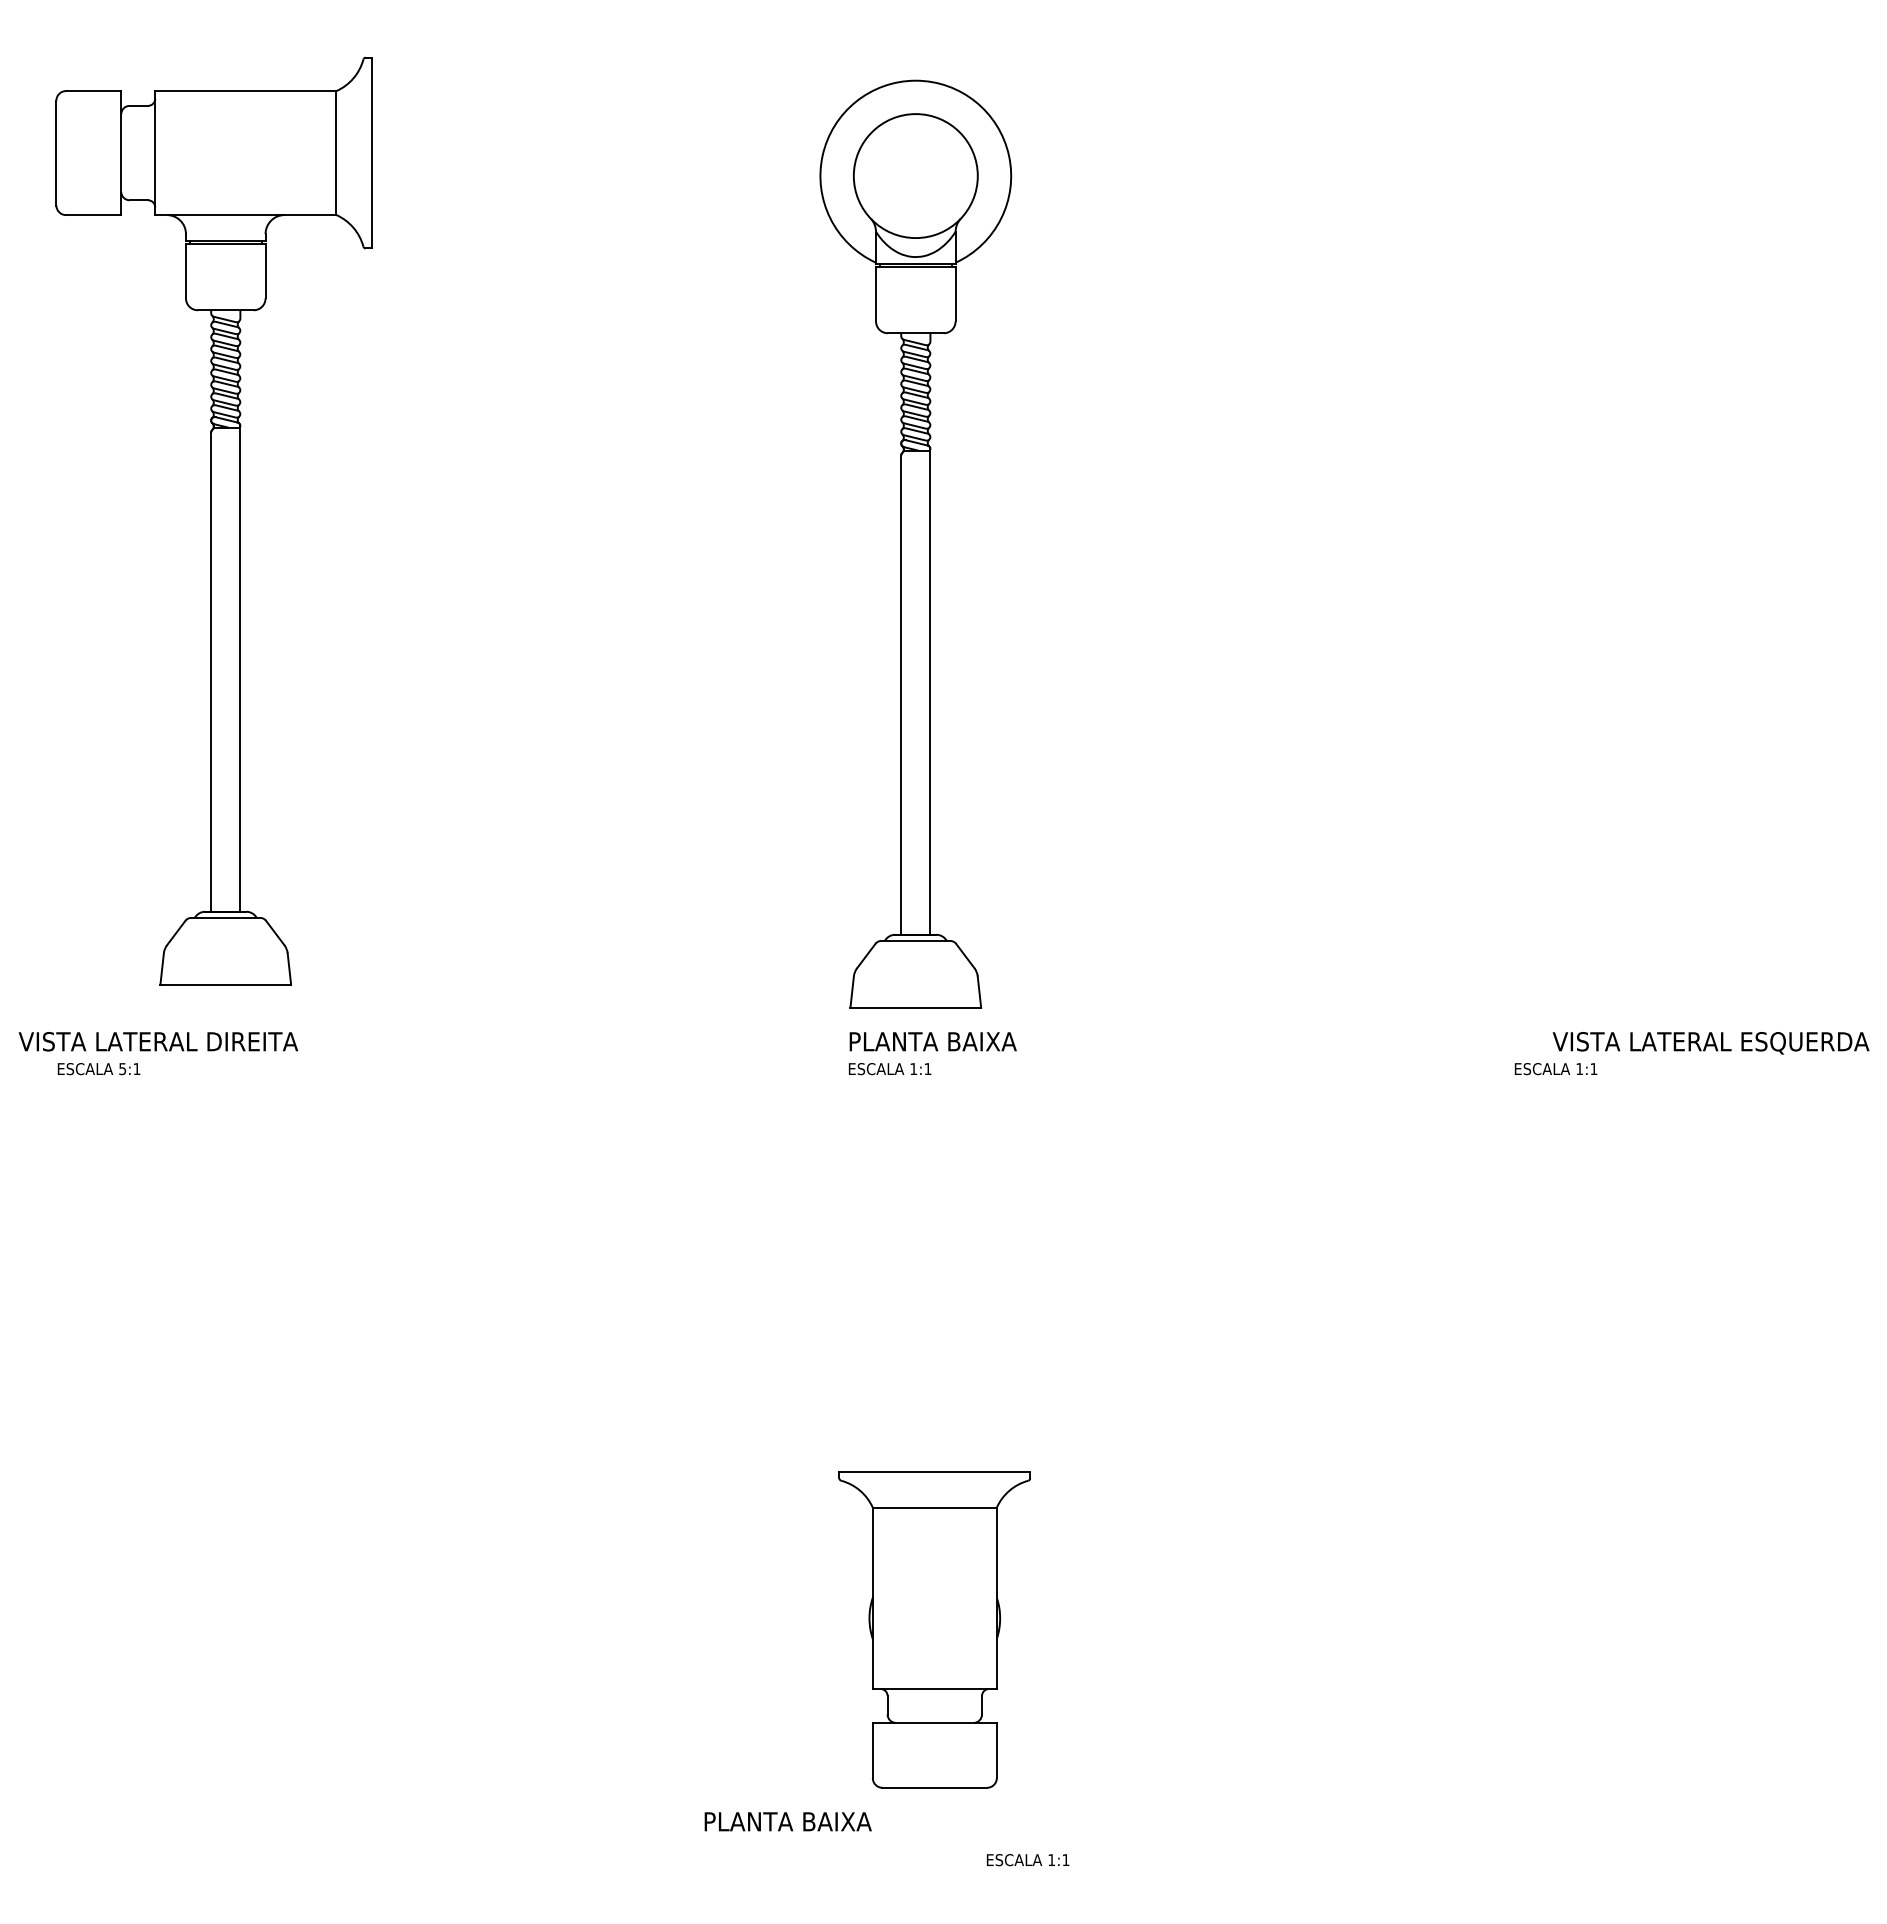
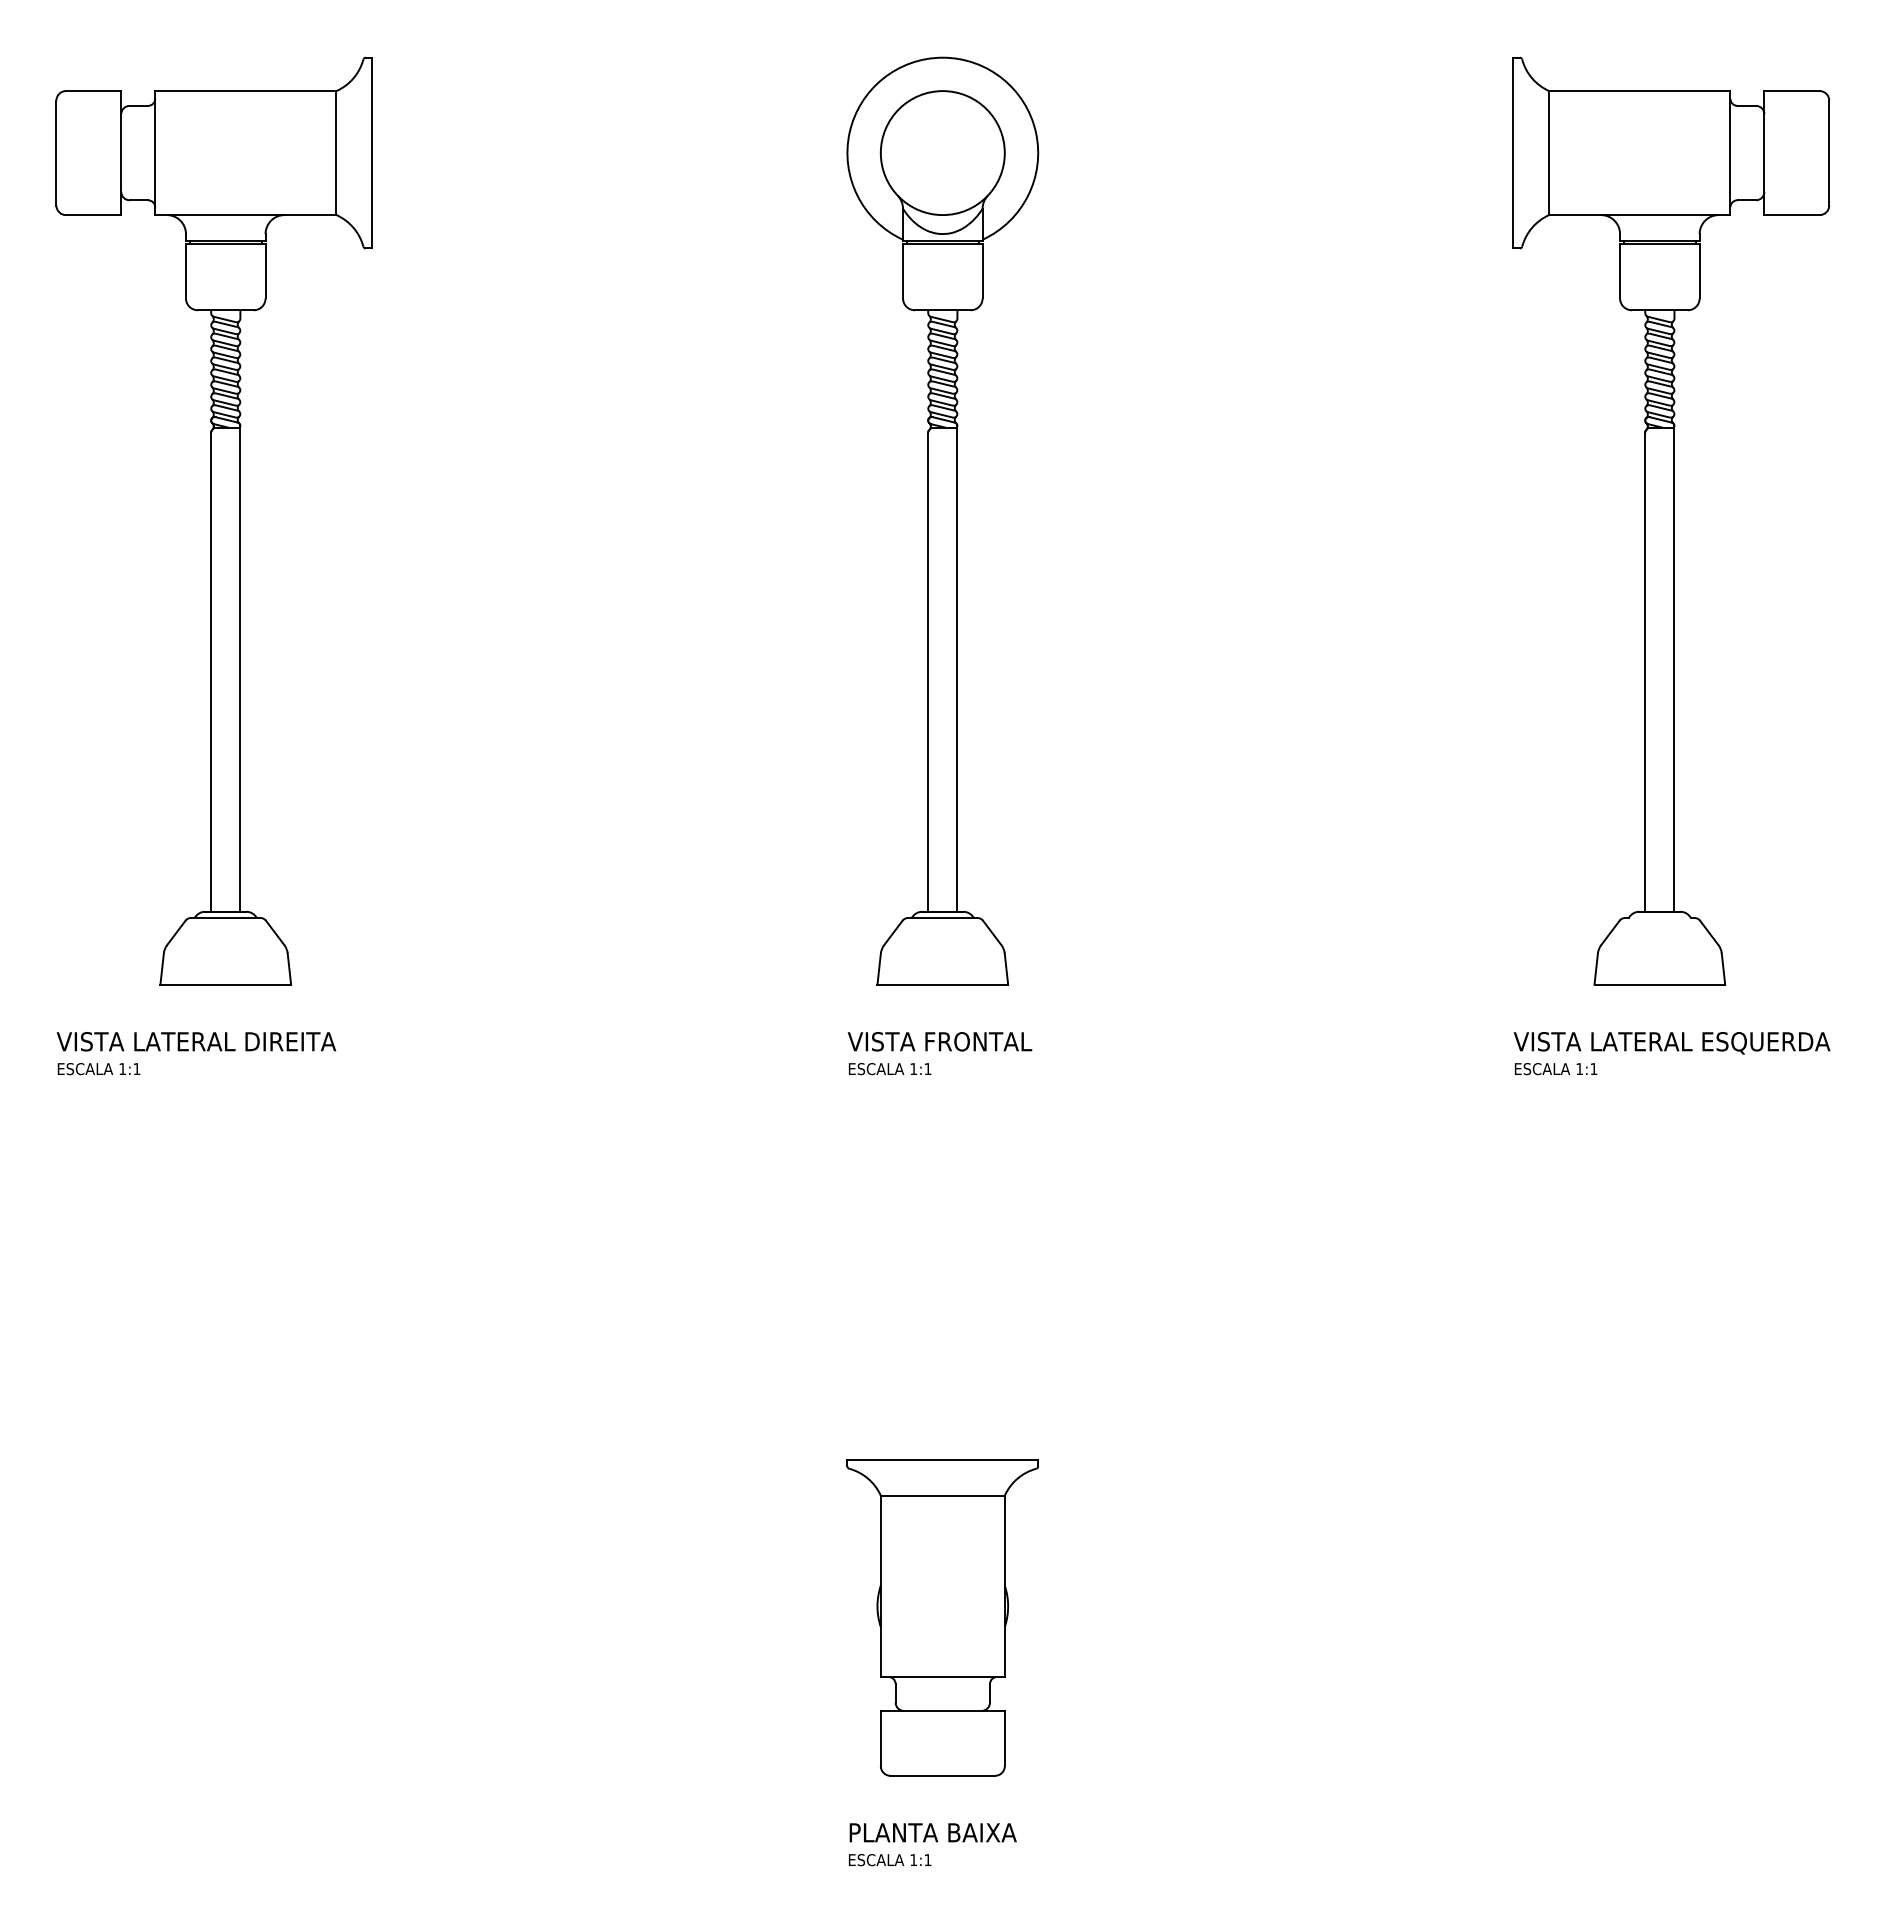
part at (1671, 520): none -> present
part at (915, 543) position: (915, 543) -> (942, 520)
text at (157, 1041) position: (157, 1041) -> (195, 1041)
text at (939, 1041): PLANTA BAIXA -> VISTA FRONTAL
text at (1710, 1043) position: (1710, 1043) -> (1671, 1043)
text at (122, 1069): 5:1 -> 1:1
part at (934, 1629) position: (934, 1629) -> (942, 1617)
text at (787, 1821) position: (787, 1821) -> (932, 1832)
text at (1028, 1860) position: (1028, 1860) -> (890, 1860)
